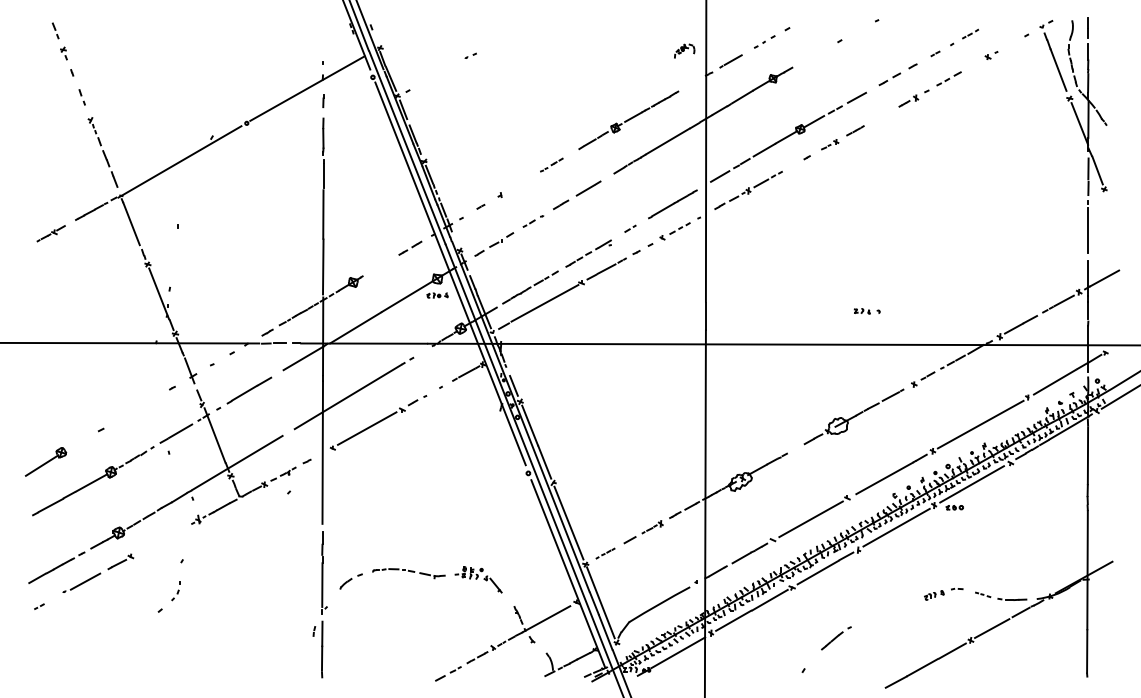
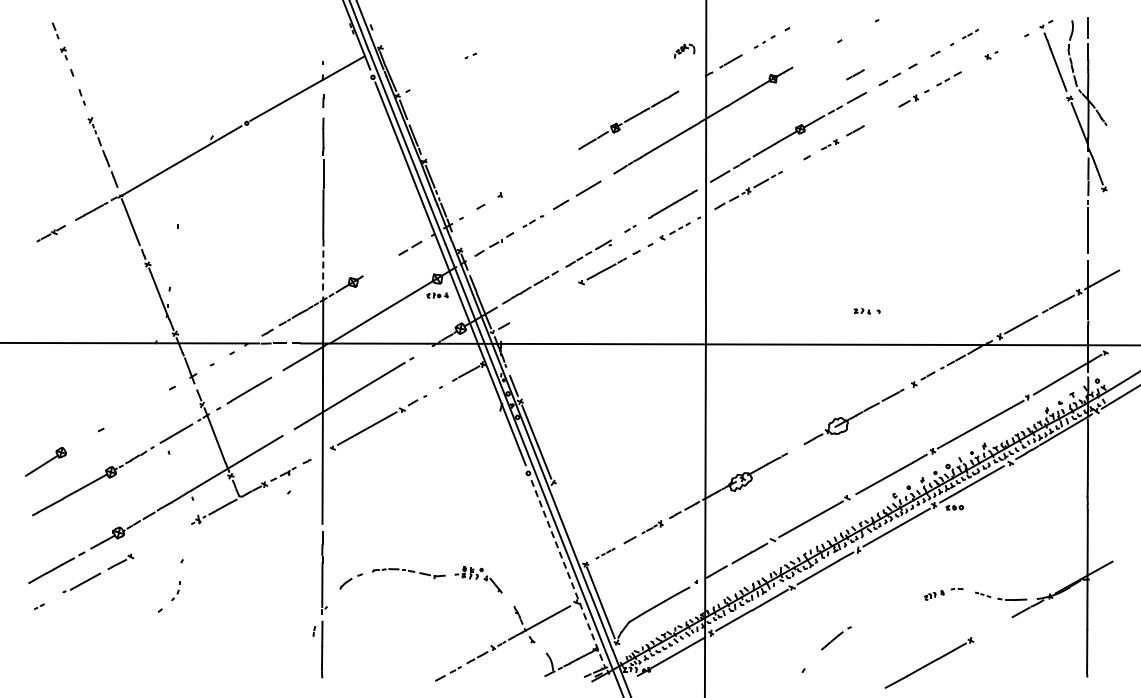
line at (855, 74): none -> present
part at (551, 164): present -> none
line at (323, 267): solid -> dashed
line at (544, 303): present -> none
line at (568, 522): present -> none
line at (568, 574): solid -> dashed
line at (992, 628): present -> none
